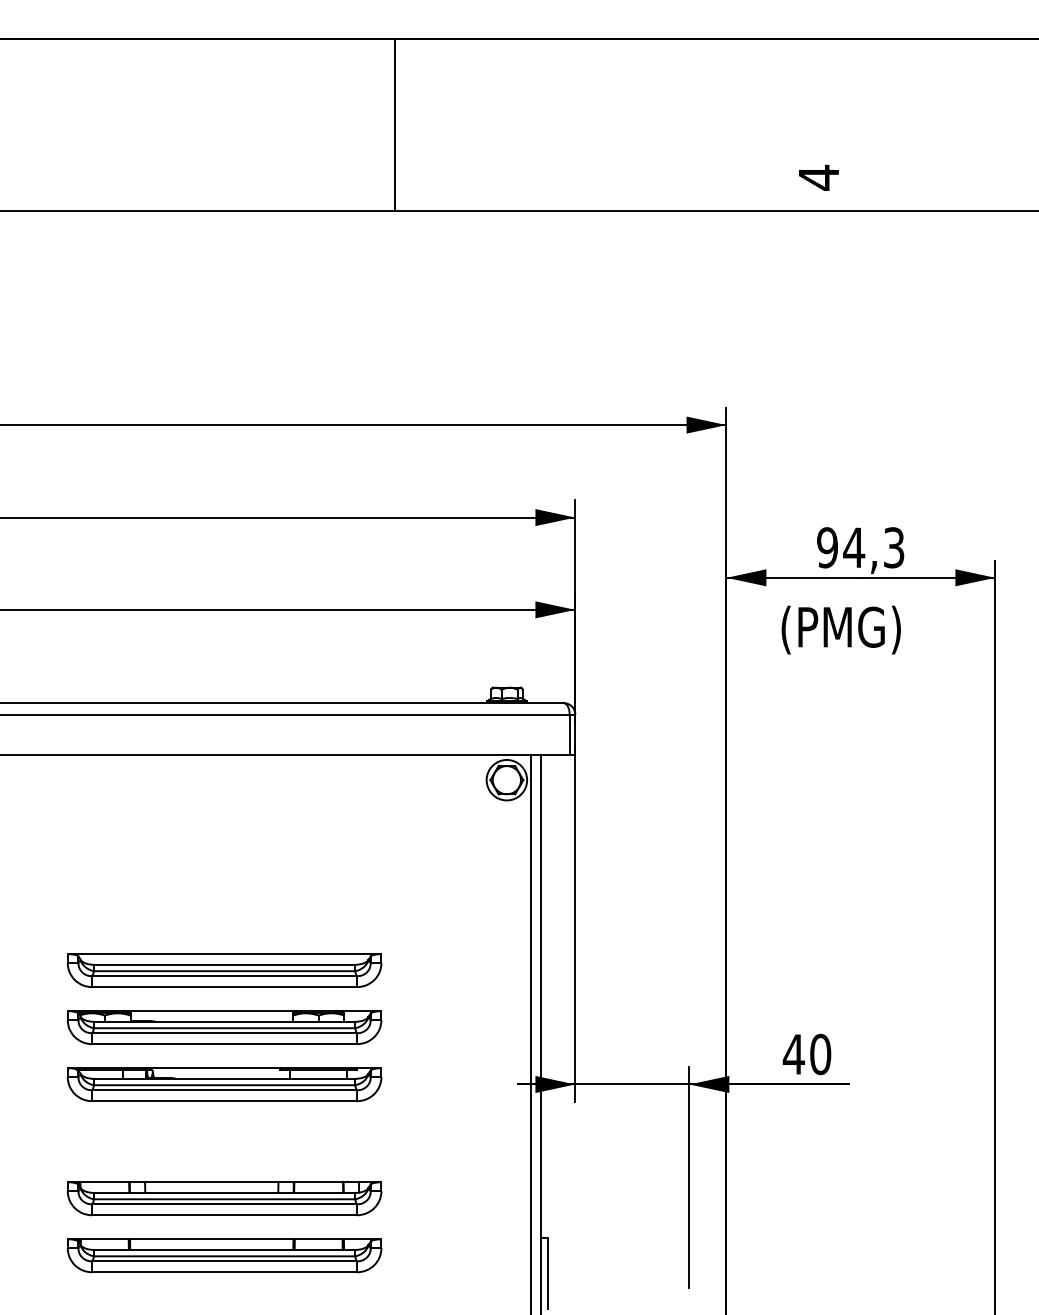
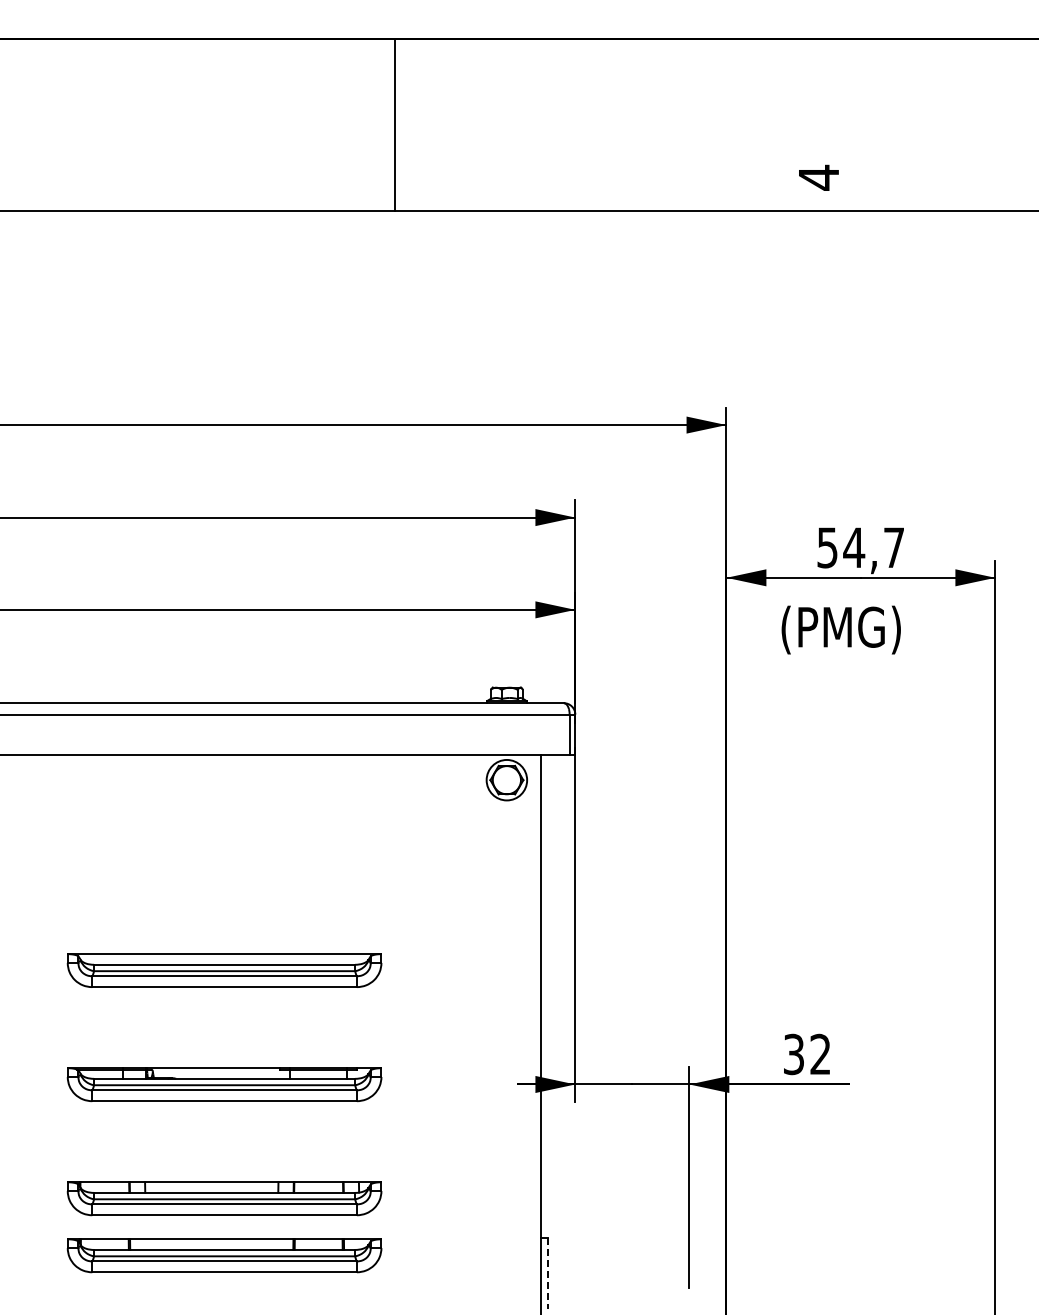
text at (860, 547): 94,3 -> 54,7
part at (224, 1027): present -> none
line at (531, 1032): present -> none
text at (806, 1054): 40 -> 32
line at (548, 1273): solid -> dashed
